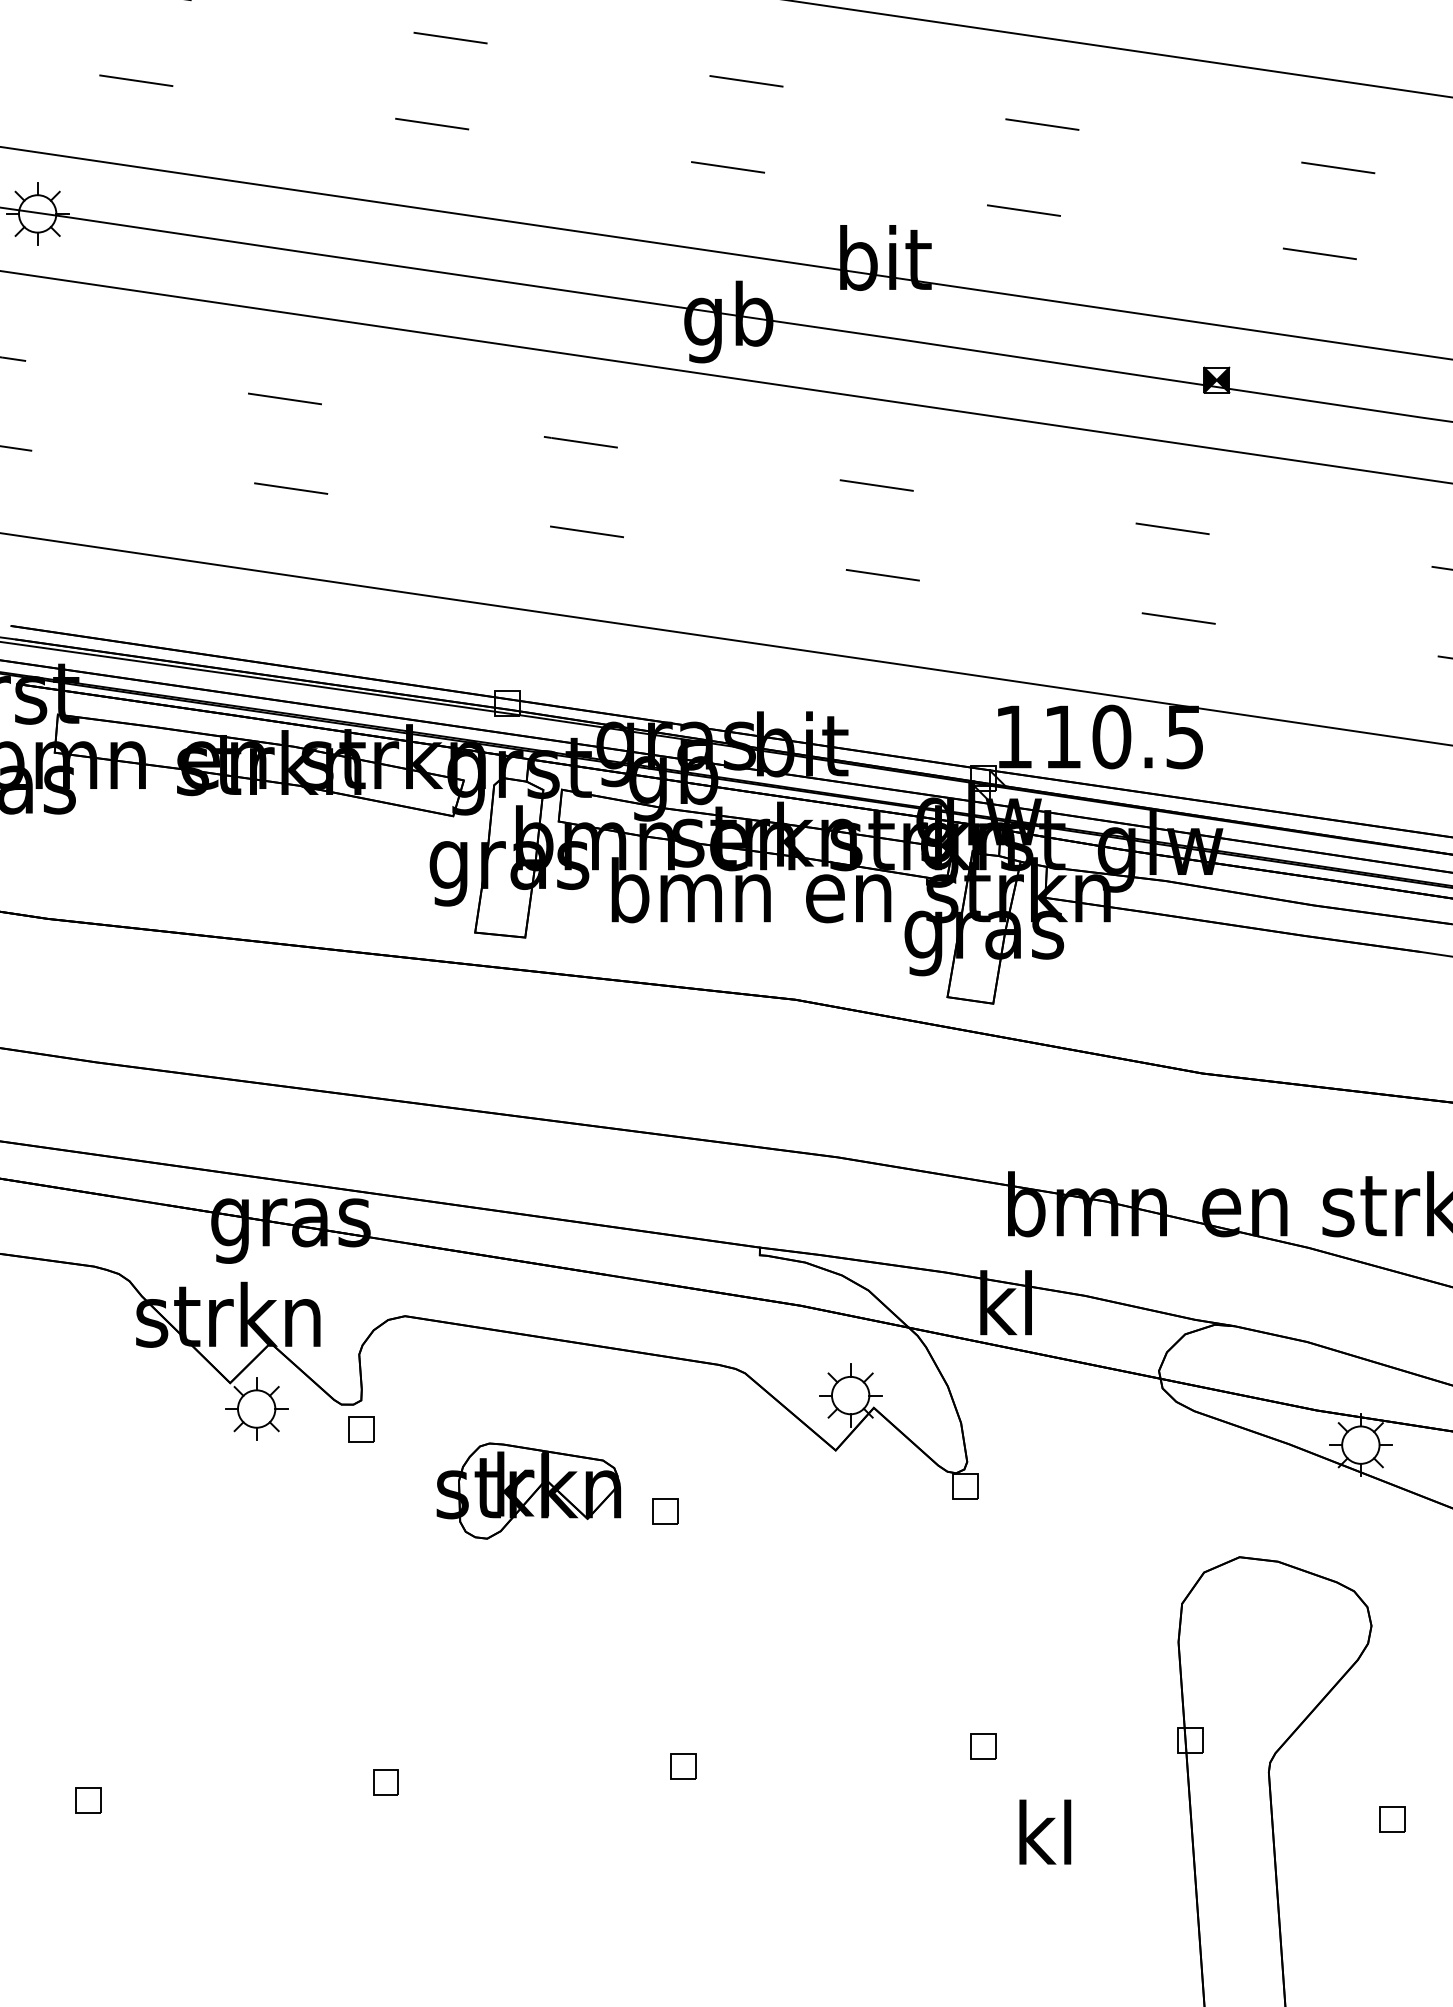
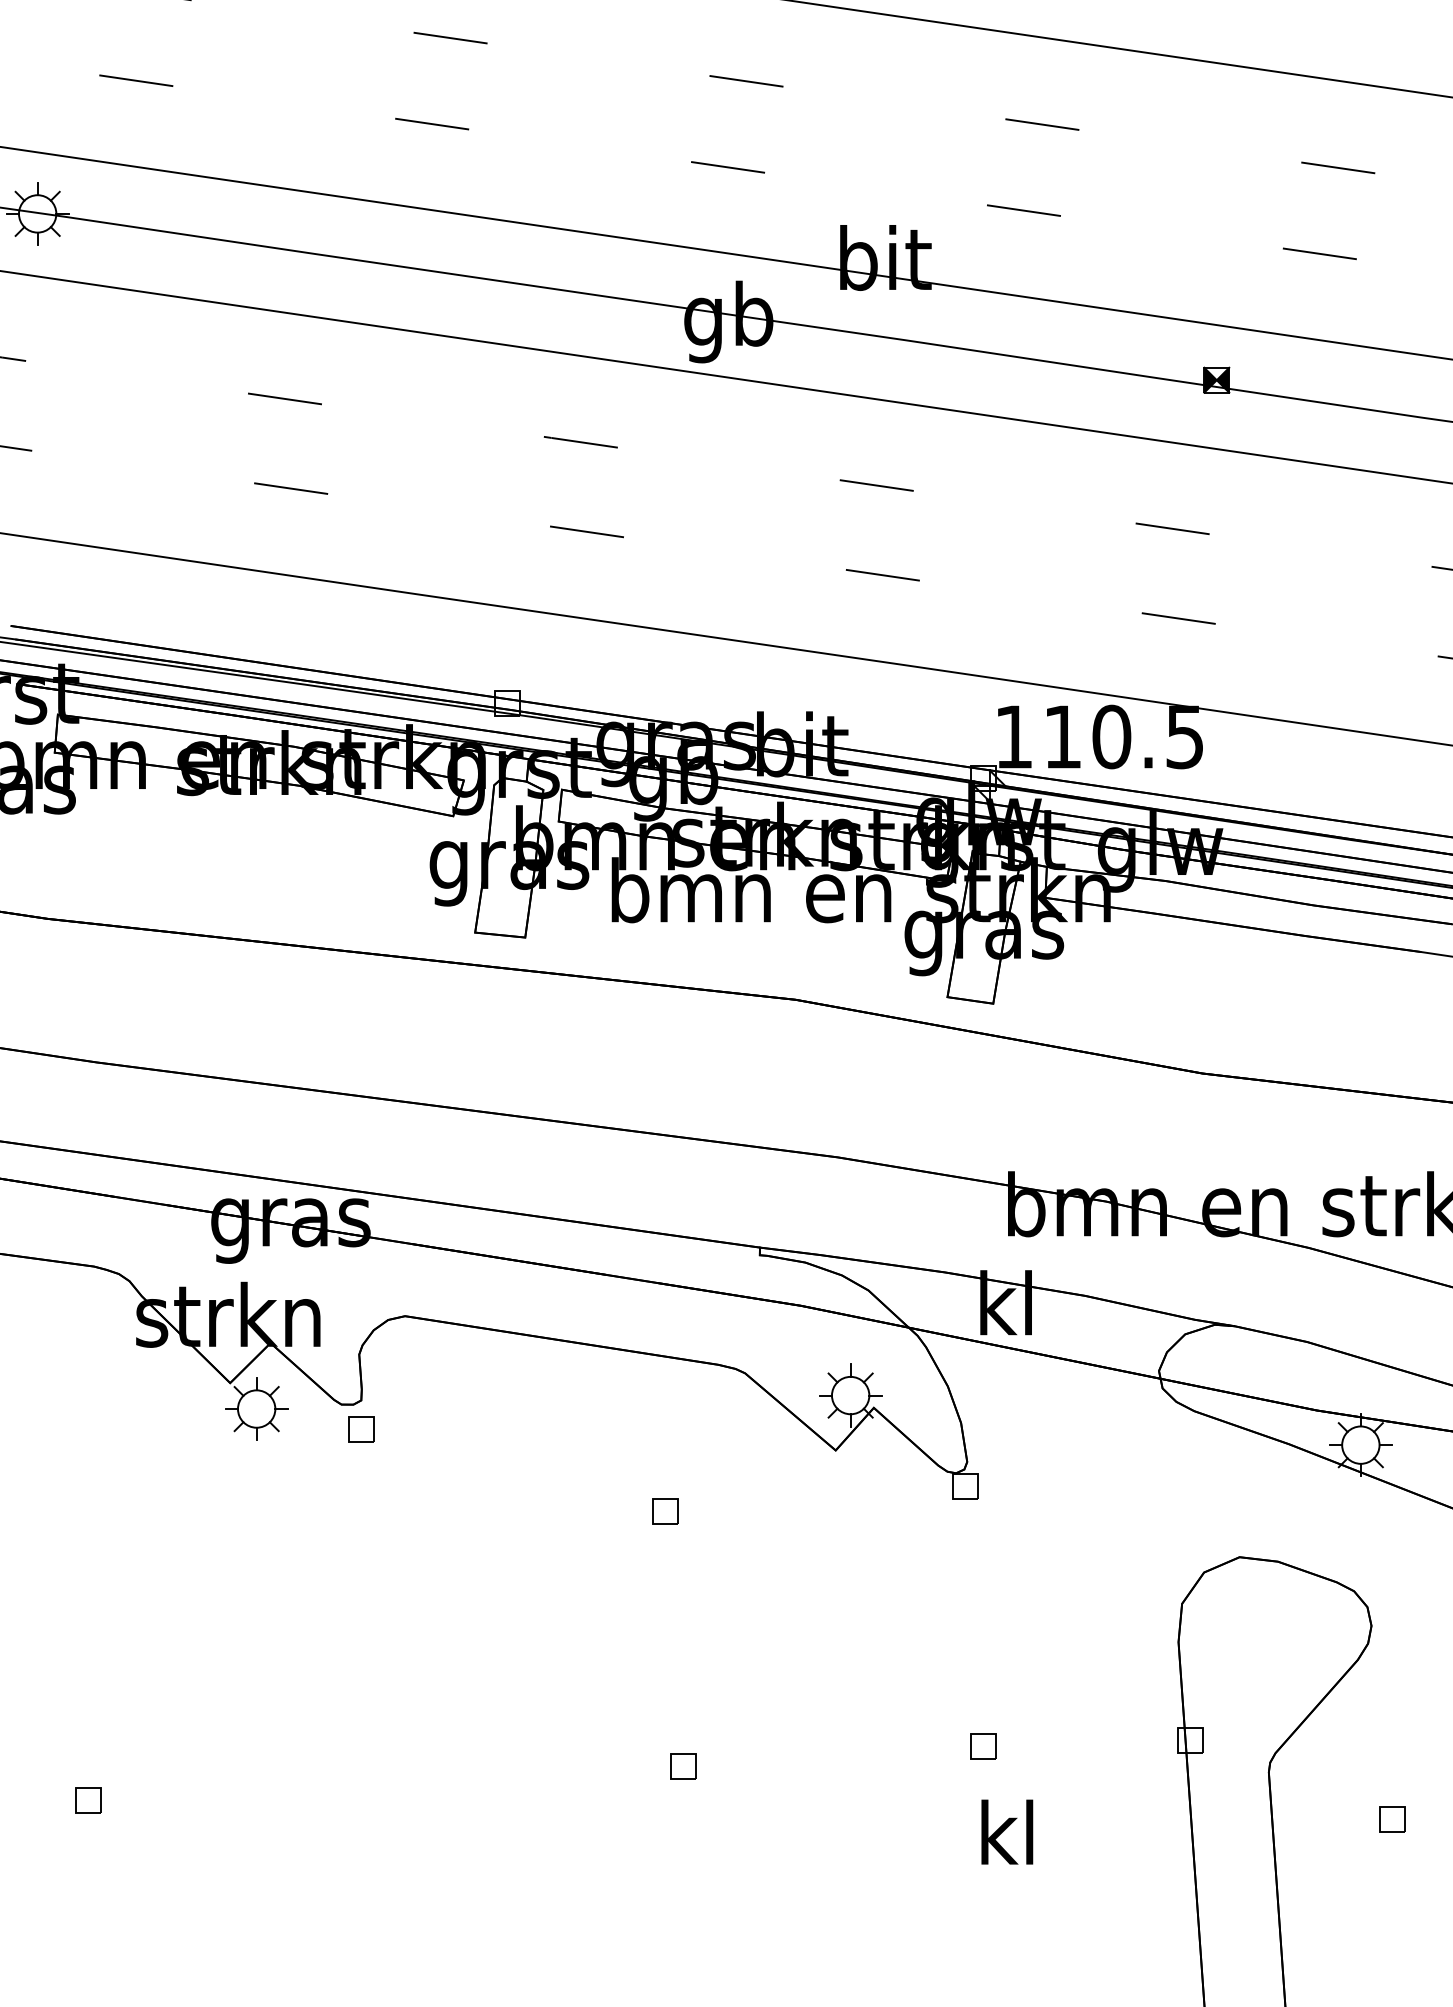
part at (528, 1490): present -> none
part at (385, 1782): present -> none
text at (1045, 1831) position: (1045, 1831) -> (1007, 1831)
